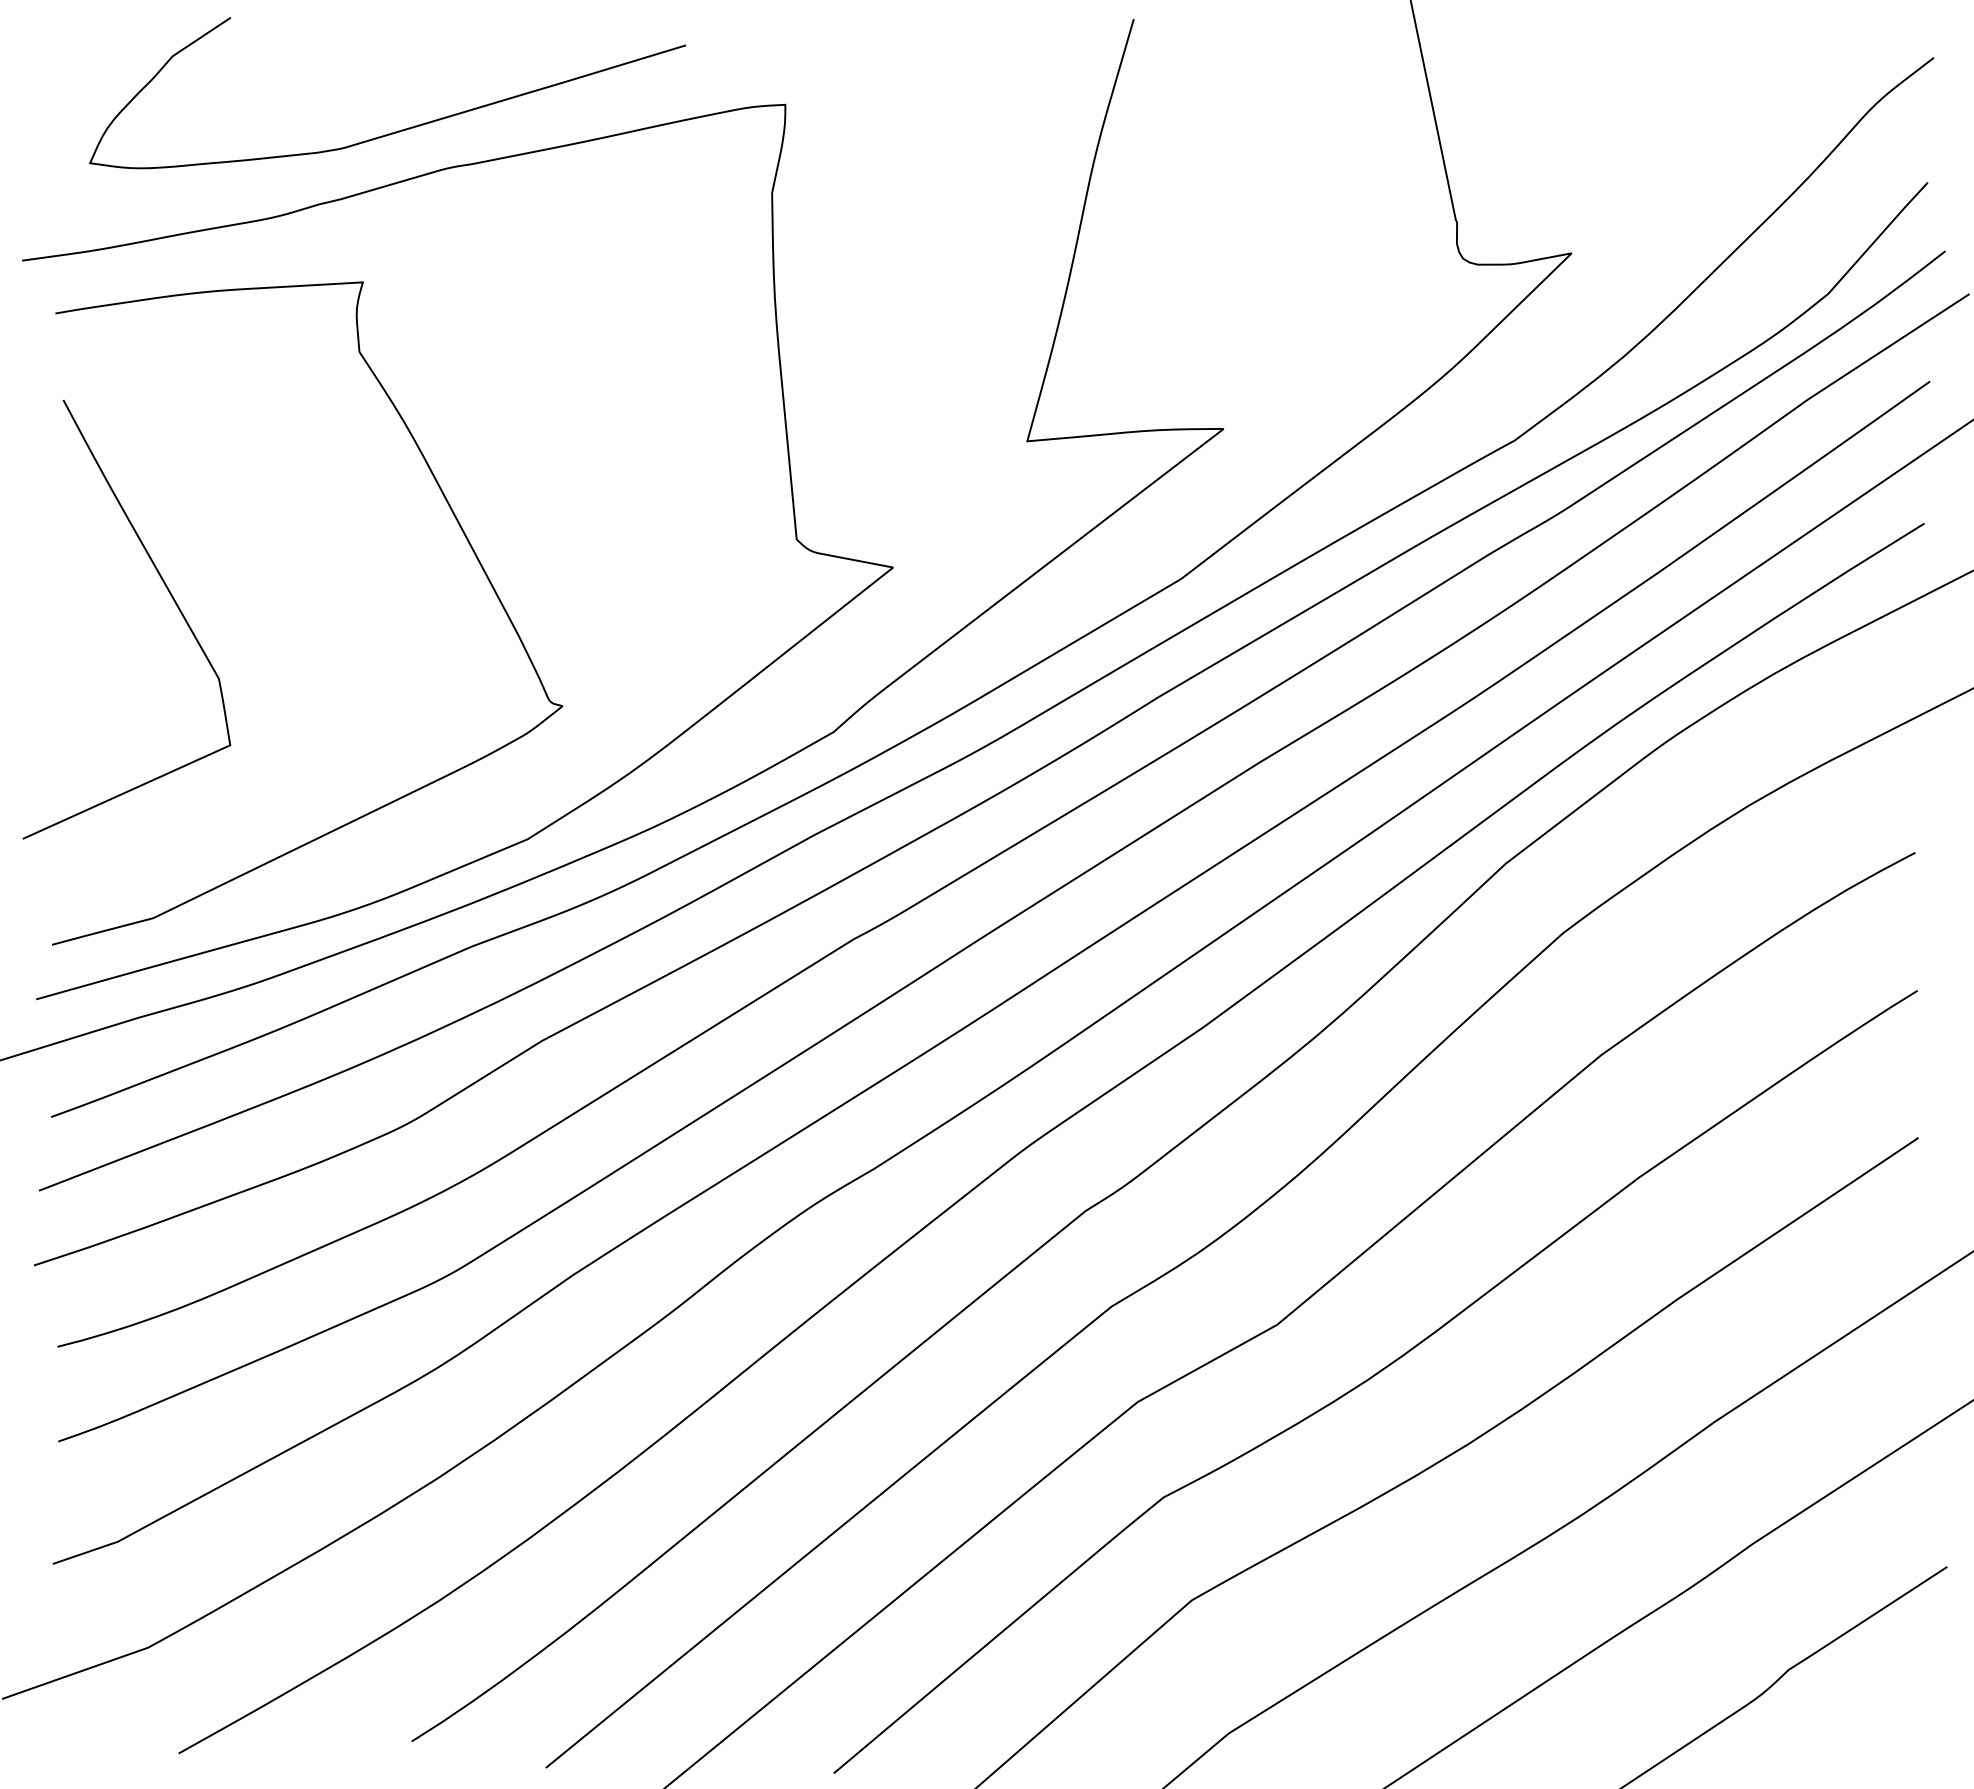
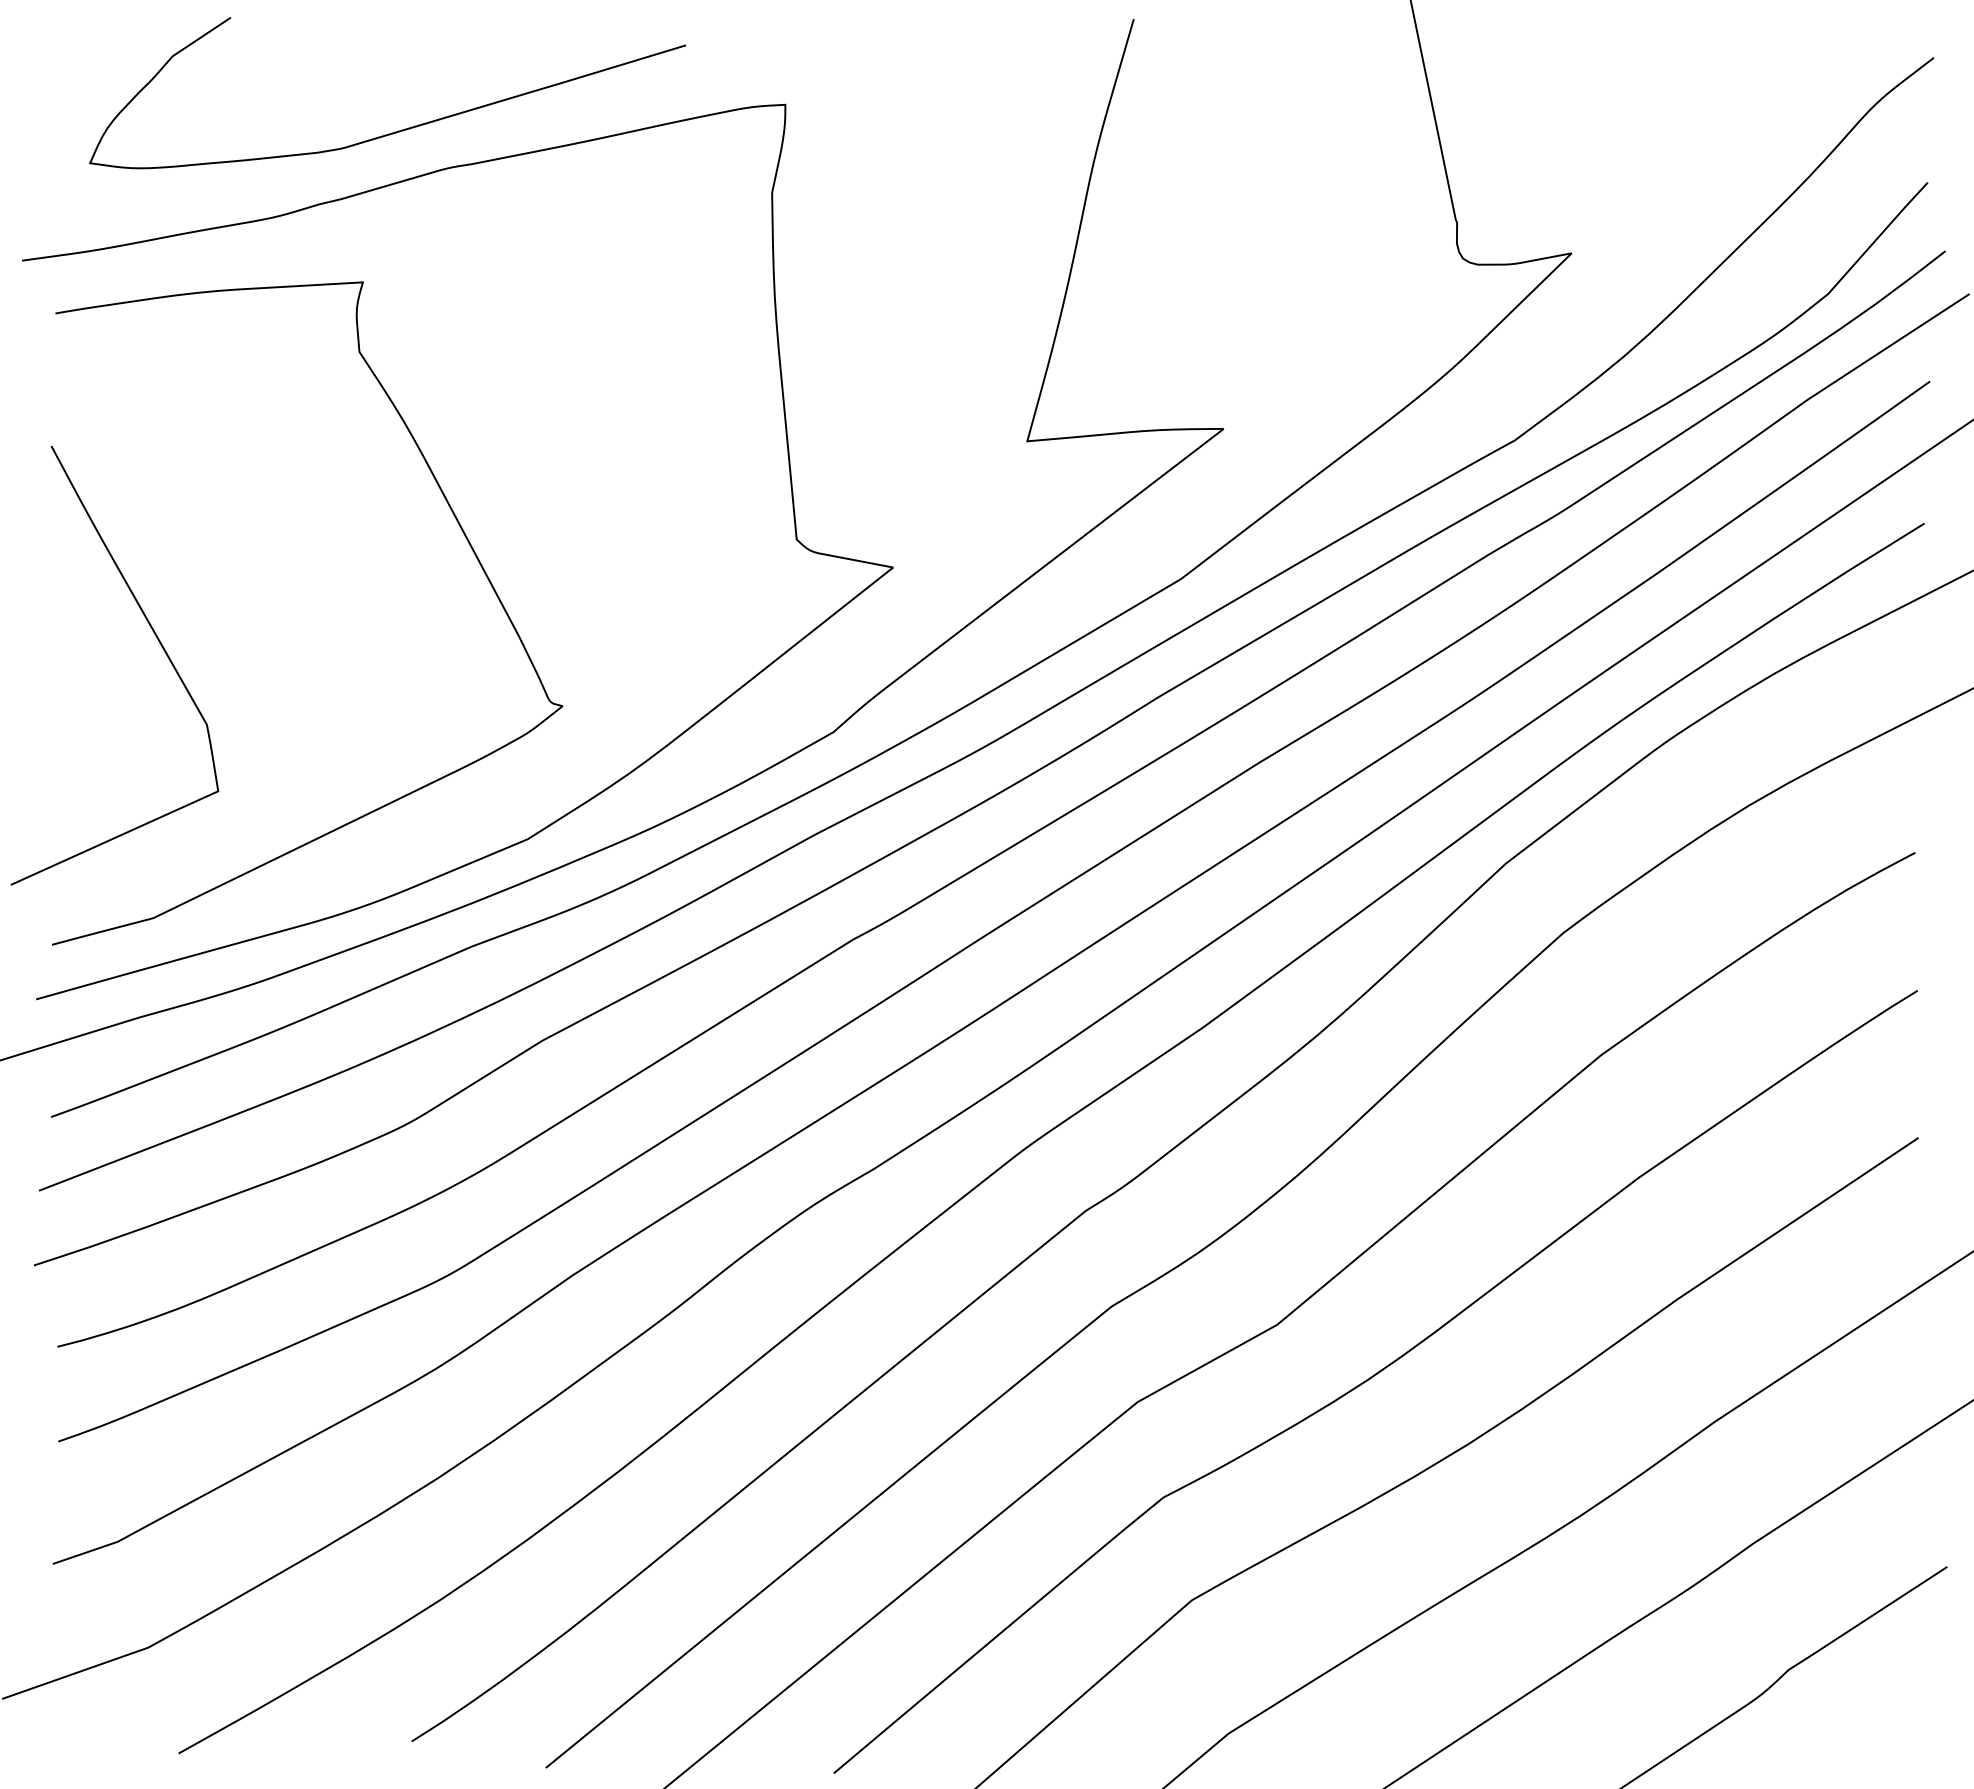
curve at (168, 592) position: (168, 592) -> (156, 638)
